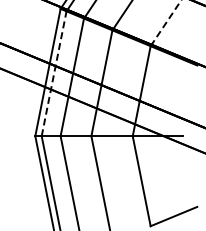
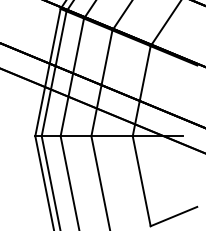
line at (166, 22): dashed -> solid
line at (54, 73): dashed -> solid
